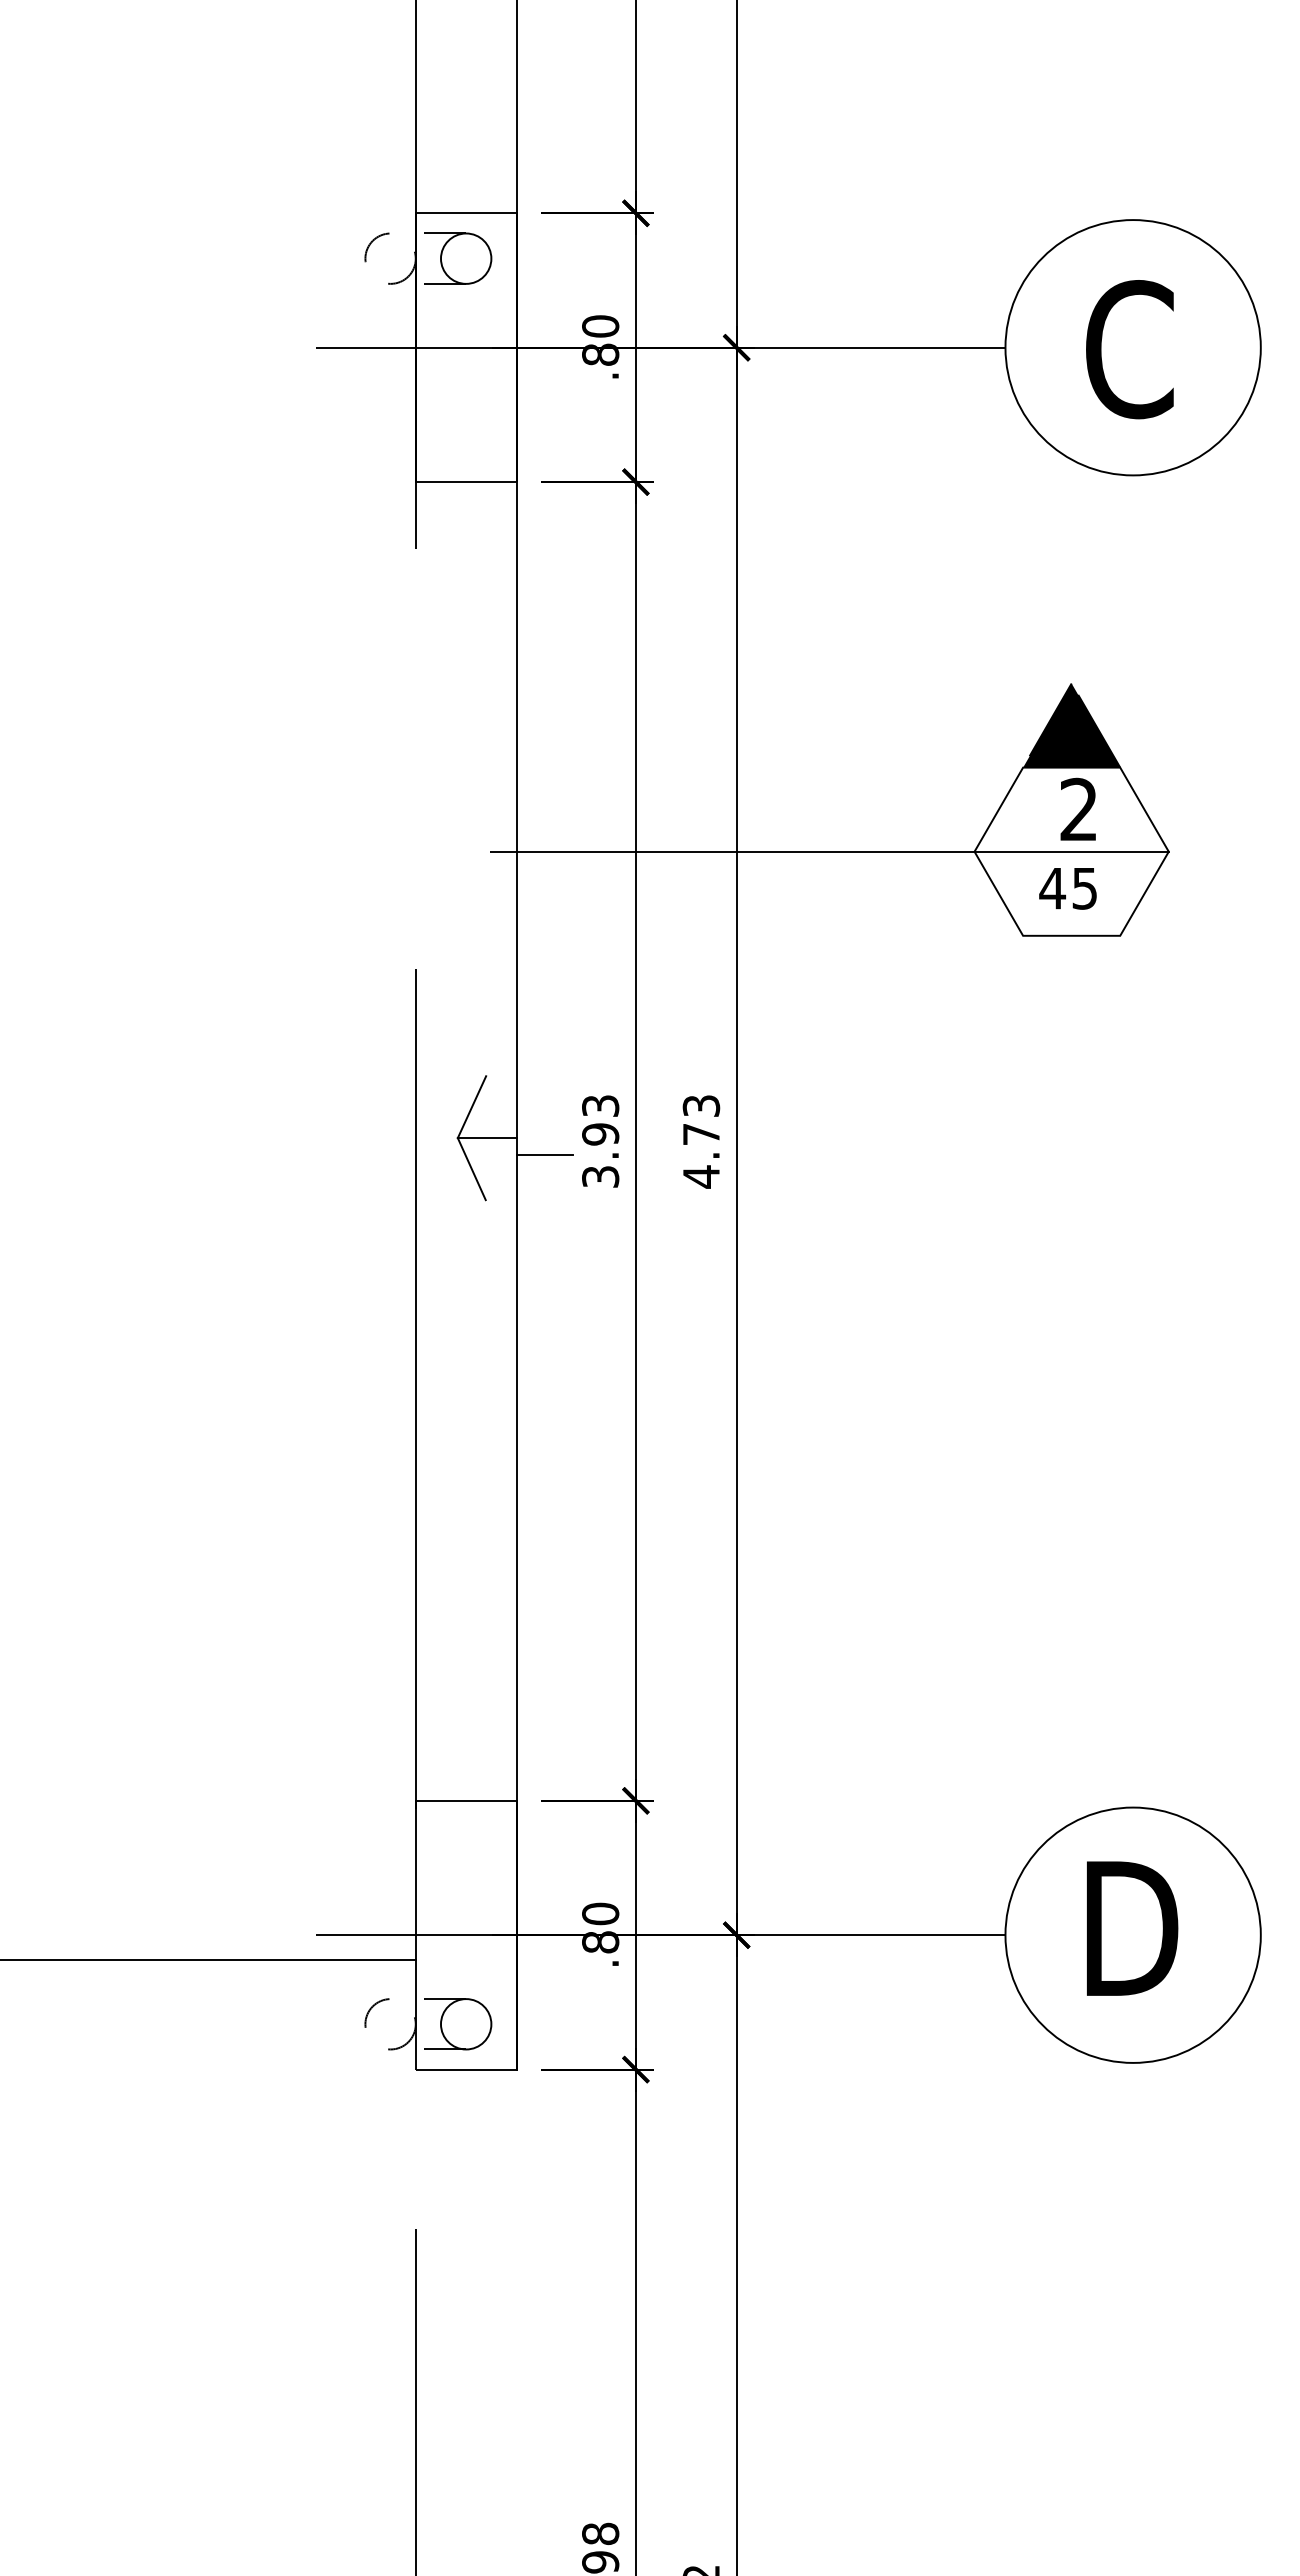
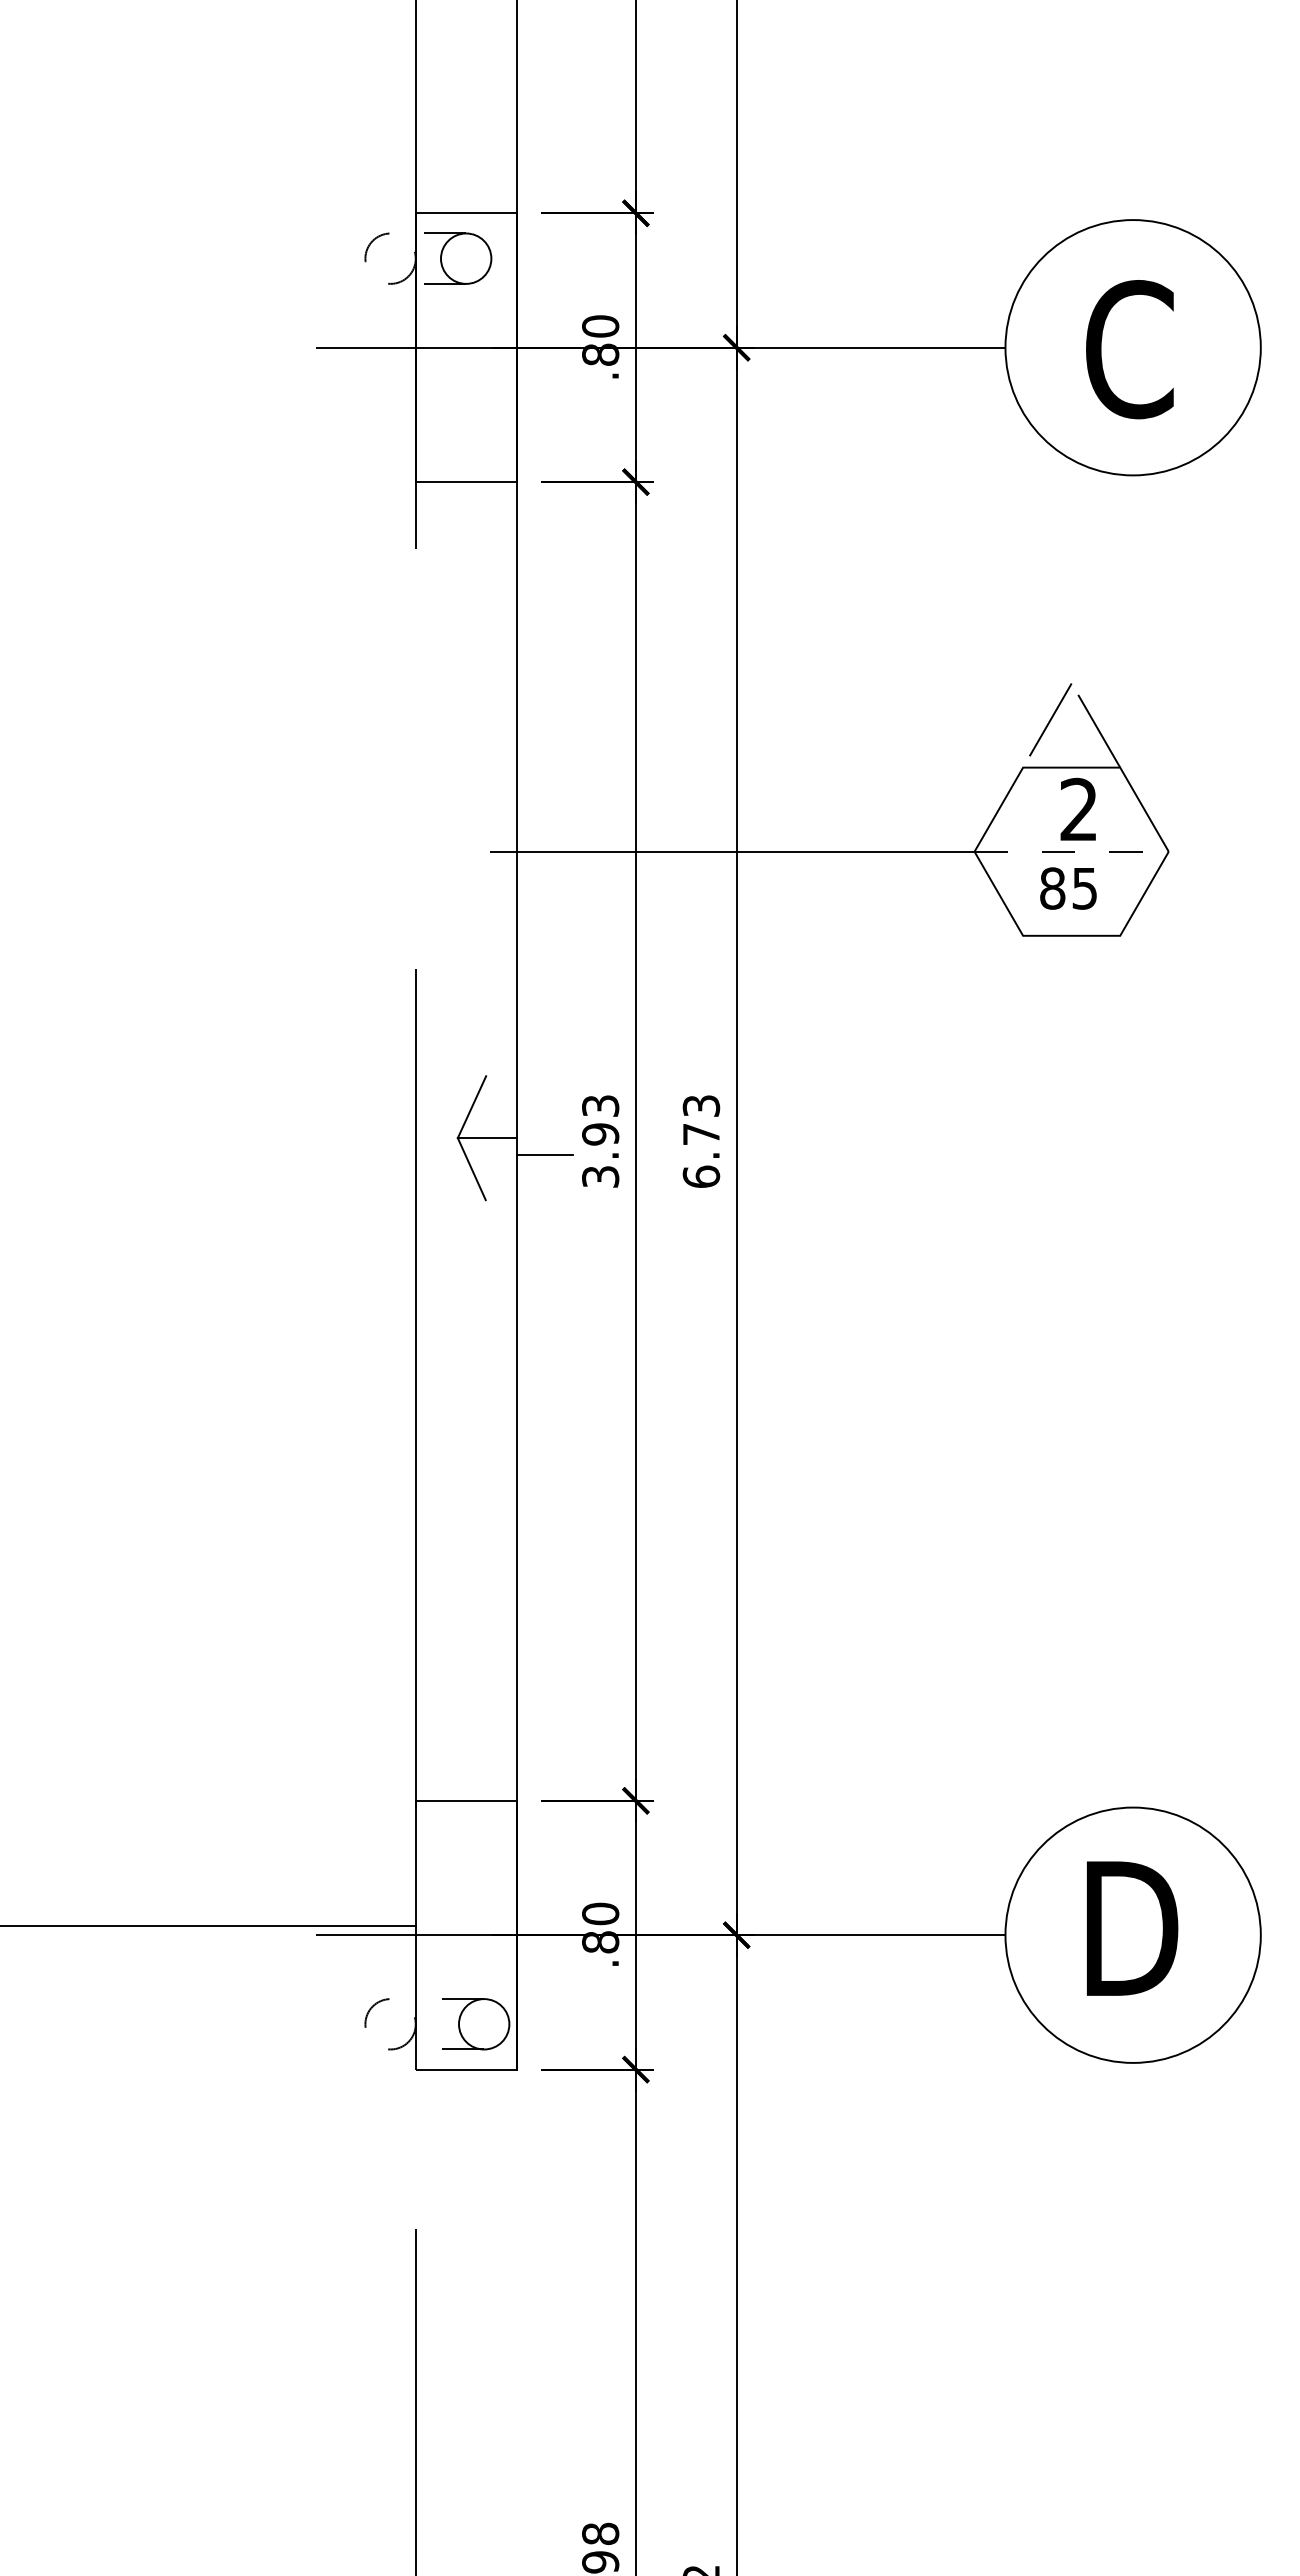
fill at (1071, 725): present -> none
line at (1072, 851): solid -> dashed
text at (1052, 888): 45 -> 85
text at (701, 1176): 4.73 -> 6.73
line at (208, 1960) position: (208, 1960) -> (208, 1926)
part at (458, 2024) position: (458, 2024) -> (476, 2024)
